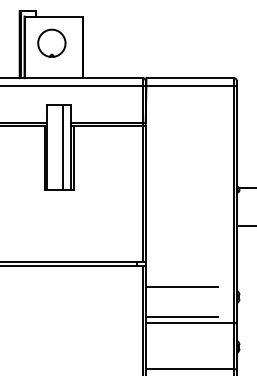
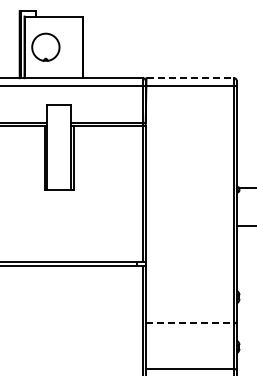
part at (51, 42) position: (51, 42) -> (45, 46)
line at (190, 78): solid -> dashed
line at (62, 146): present -> none
line at (181, 286): present -> none
line at (181, 316): present -> none
line at (190, 323): solid -> dashed
